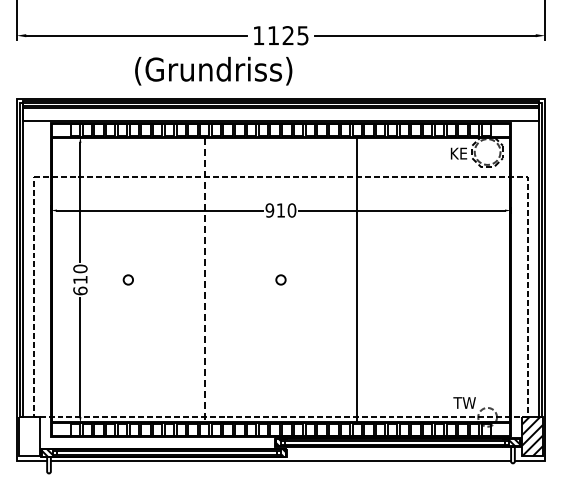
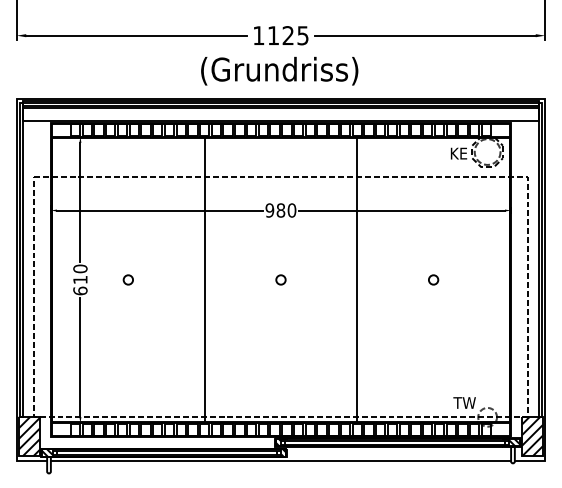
text at (213, 70) position: (213, 70) -> (279, 70)
text at (280, 210): 910 -> 980
circle at (433, 279): none -> present
line at (204, 280): dashed -> solid
hatch at (29, 436): none -> present
